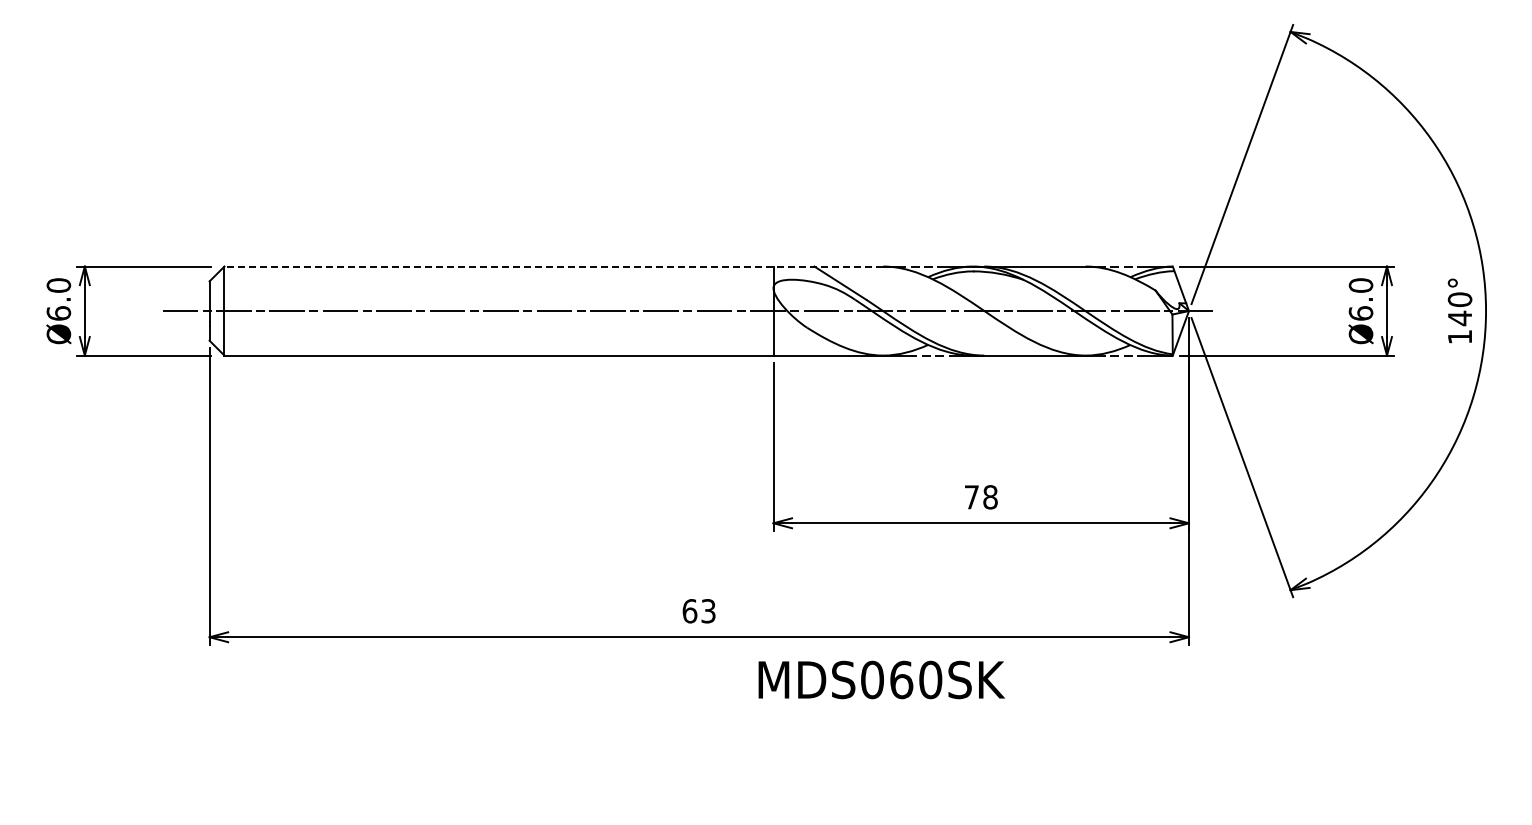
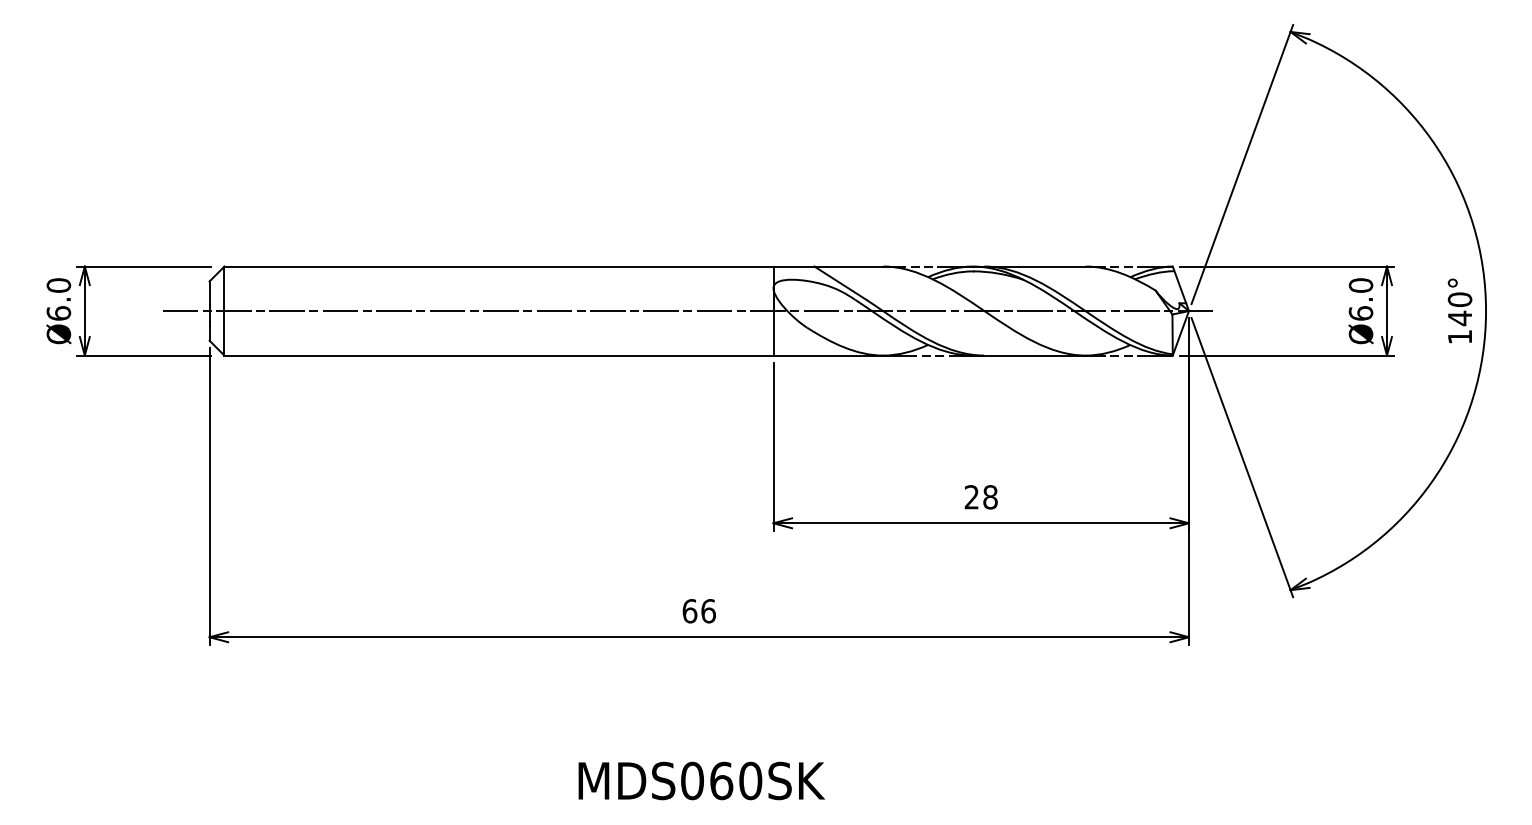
line at (553, 266): dashed -> solid
text at (971, 497): 78 -> 28
text at (708, 611): 63 -> 66
text at (881, 679) position: (881, 679) -> (701, 780)
